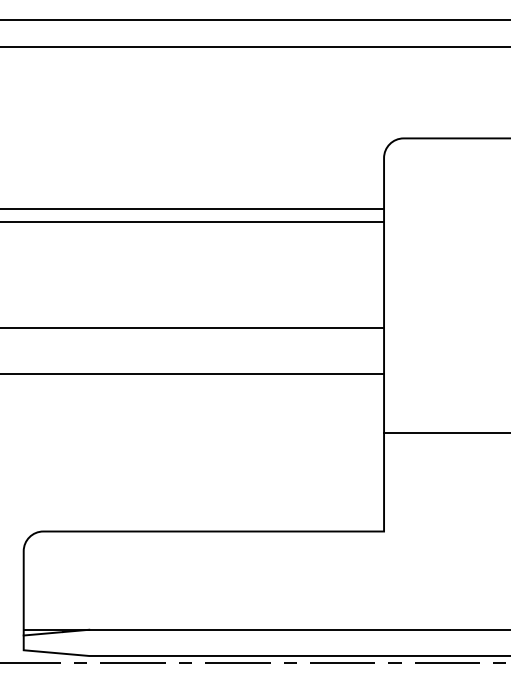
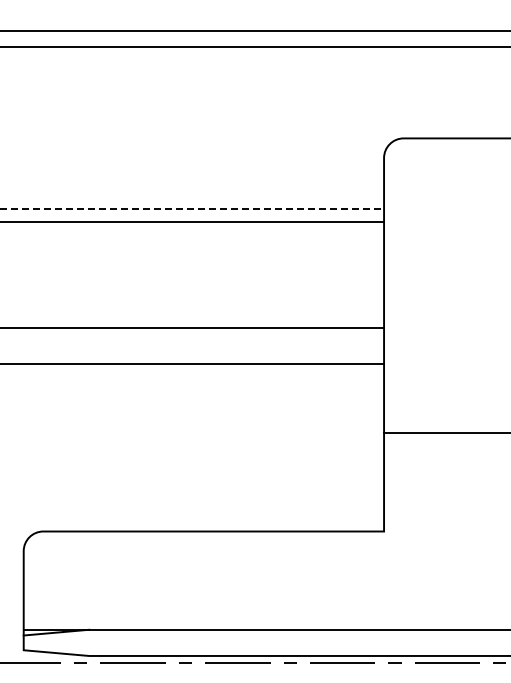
line at (254, 20) position: (254, 20) -> (254, 31)
line at (192, 209): solid -> dashed
line at (193, 374) position: (193, 374) -> (193, 364)
